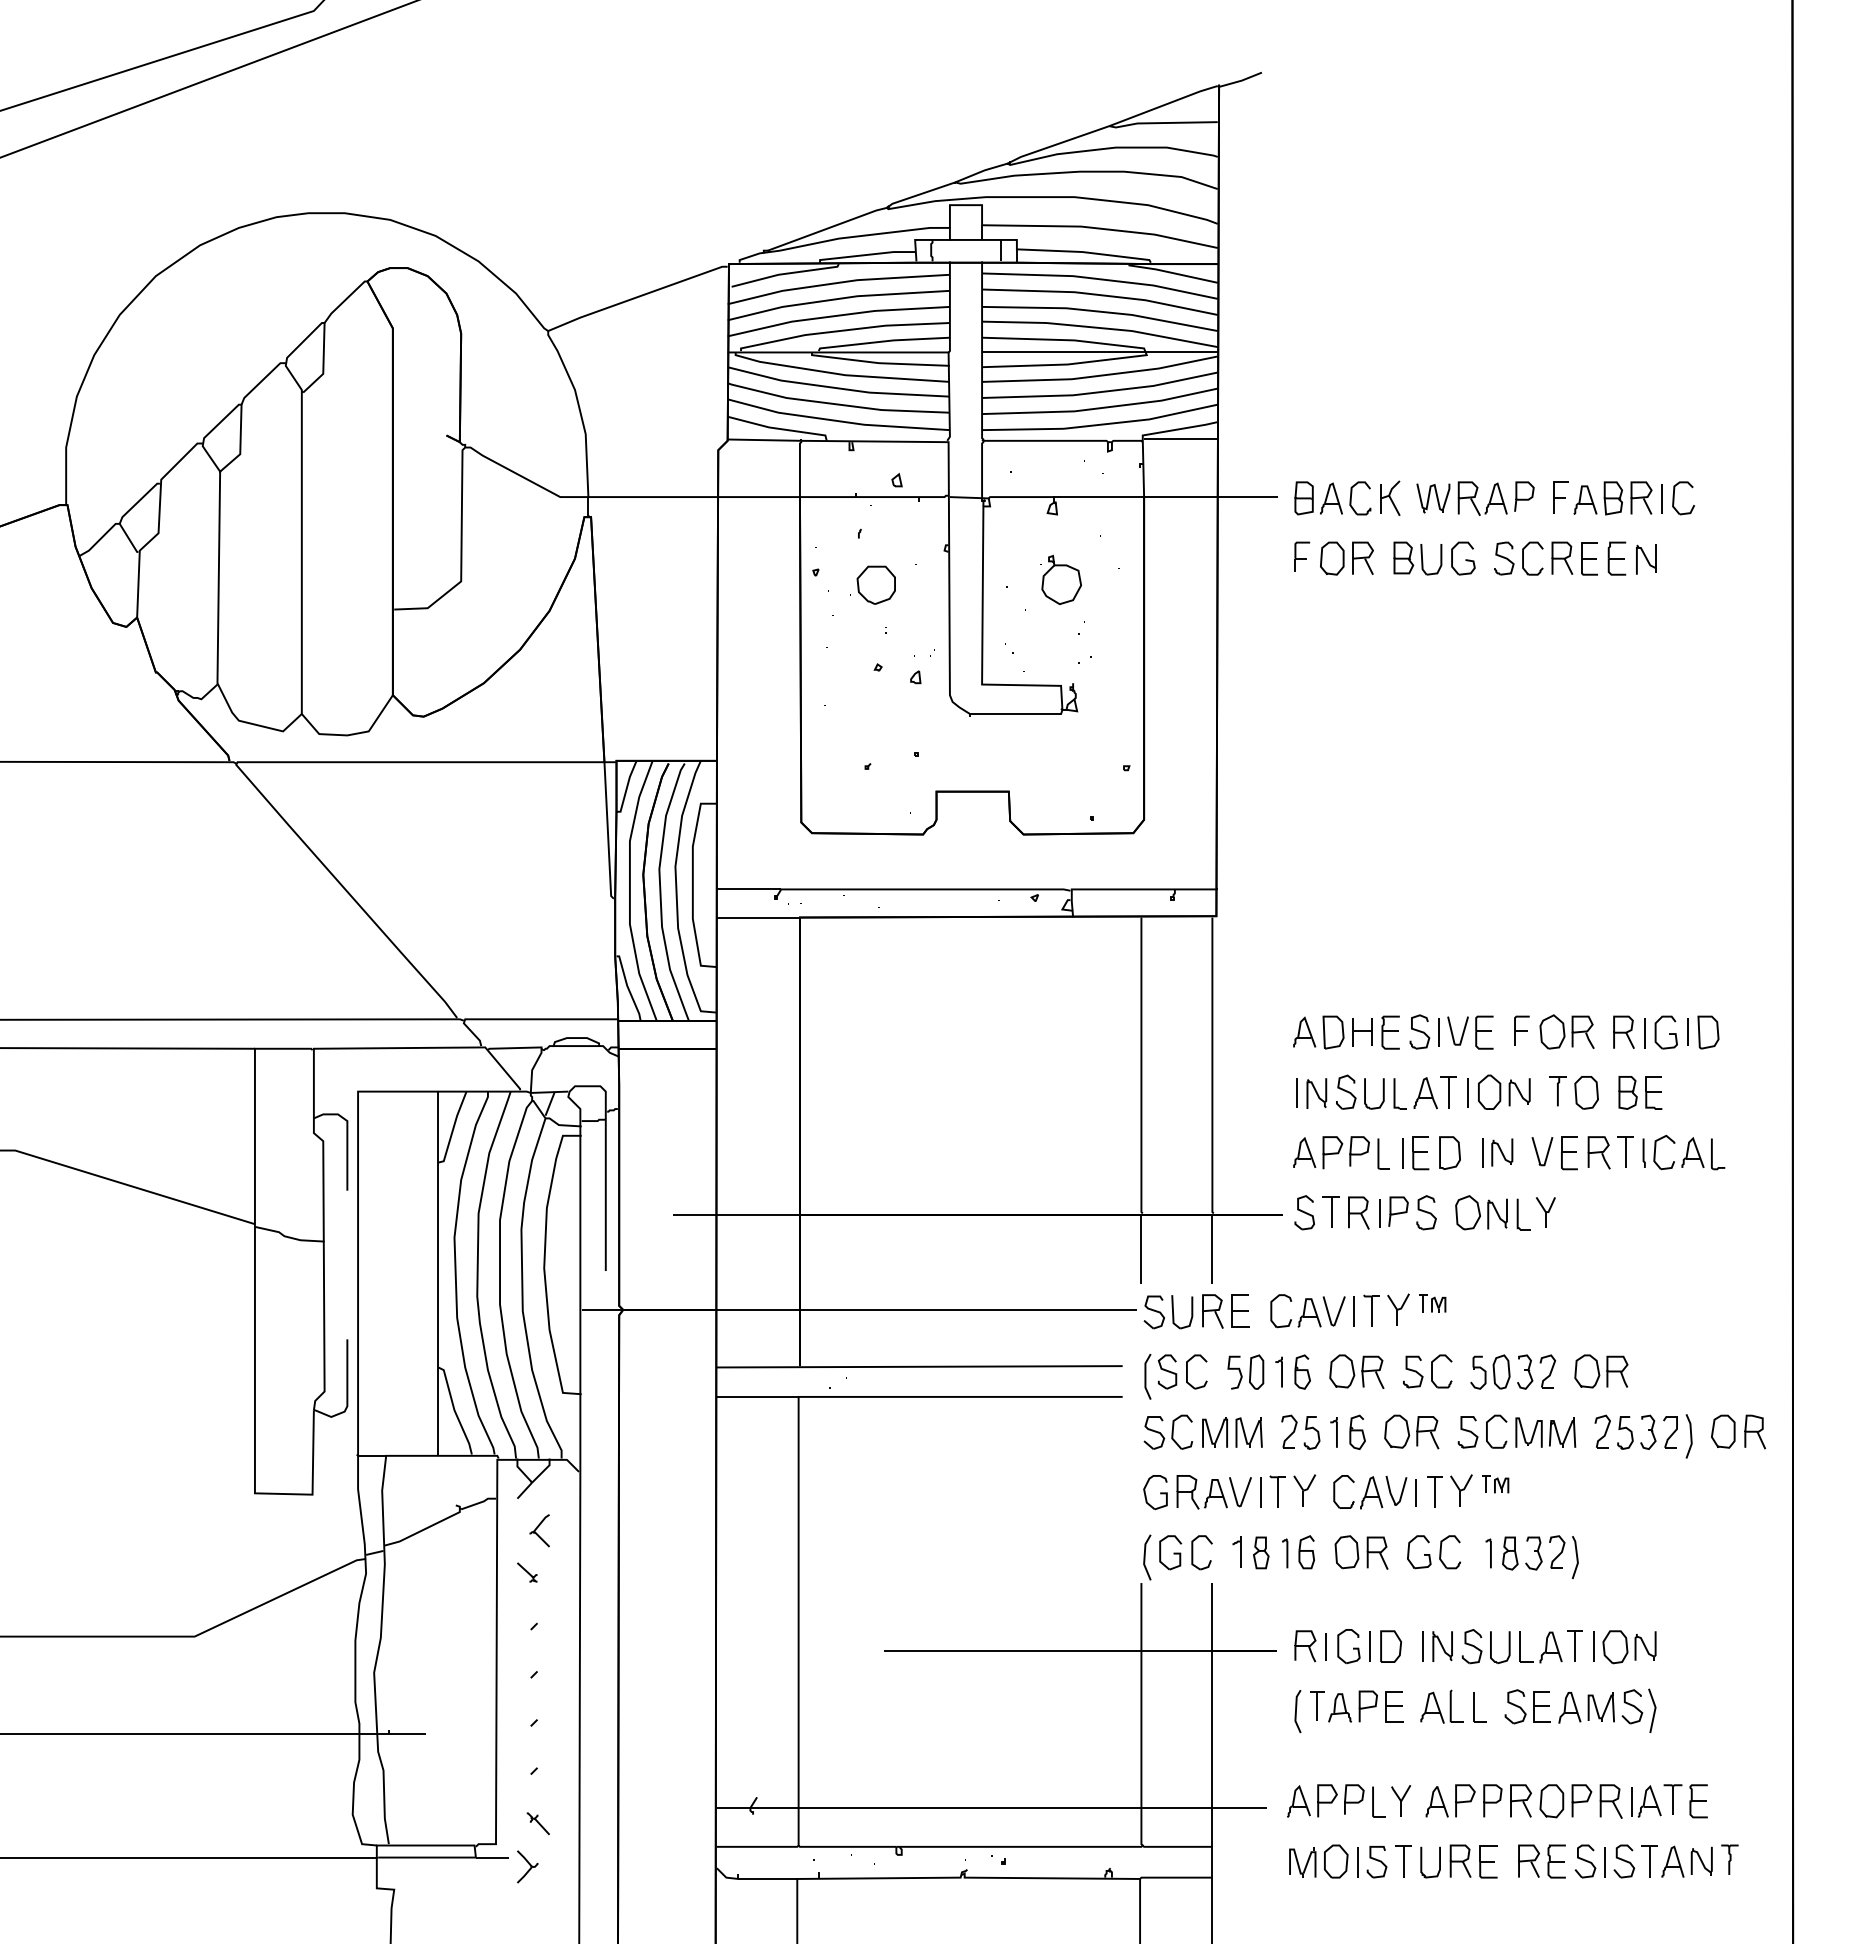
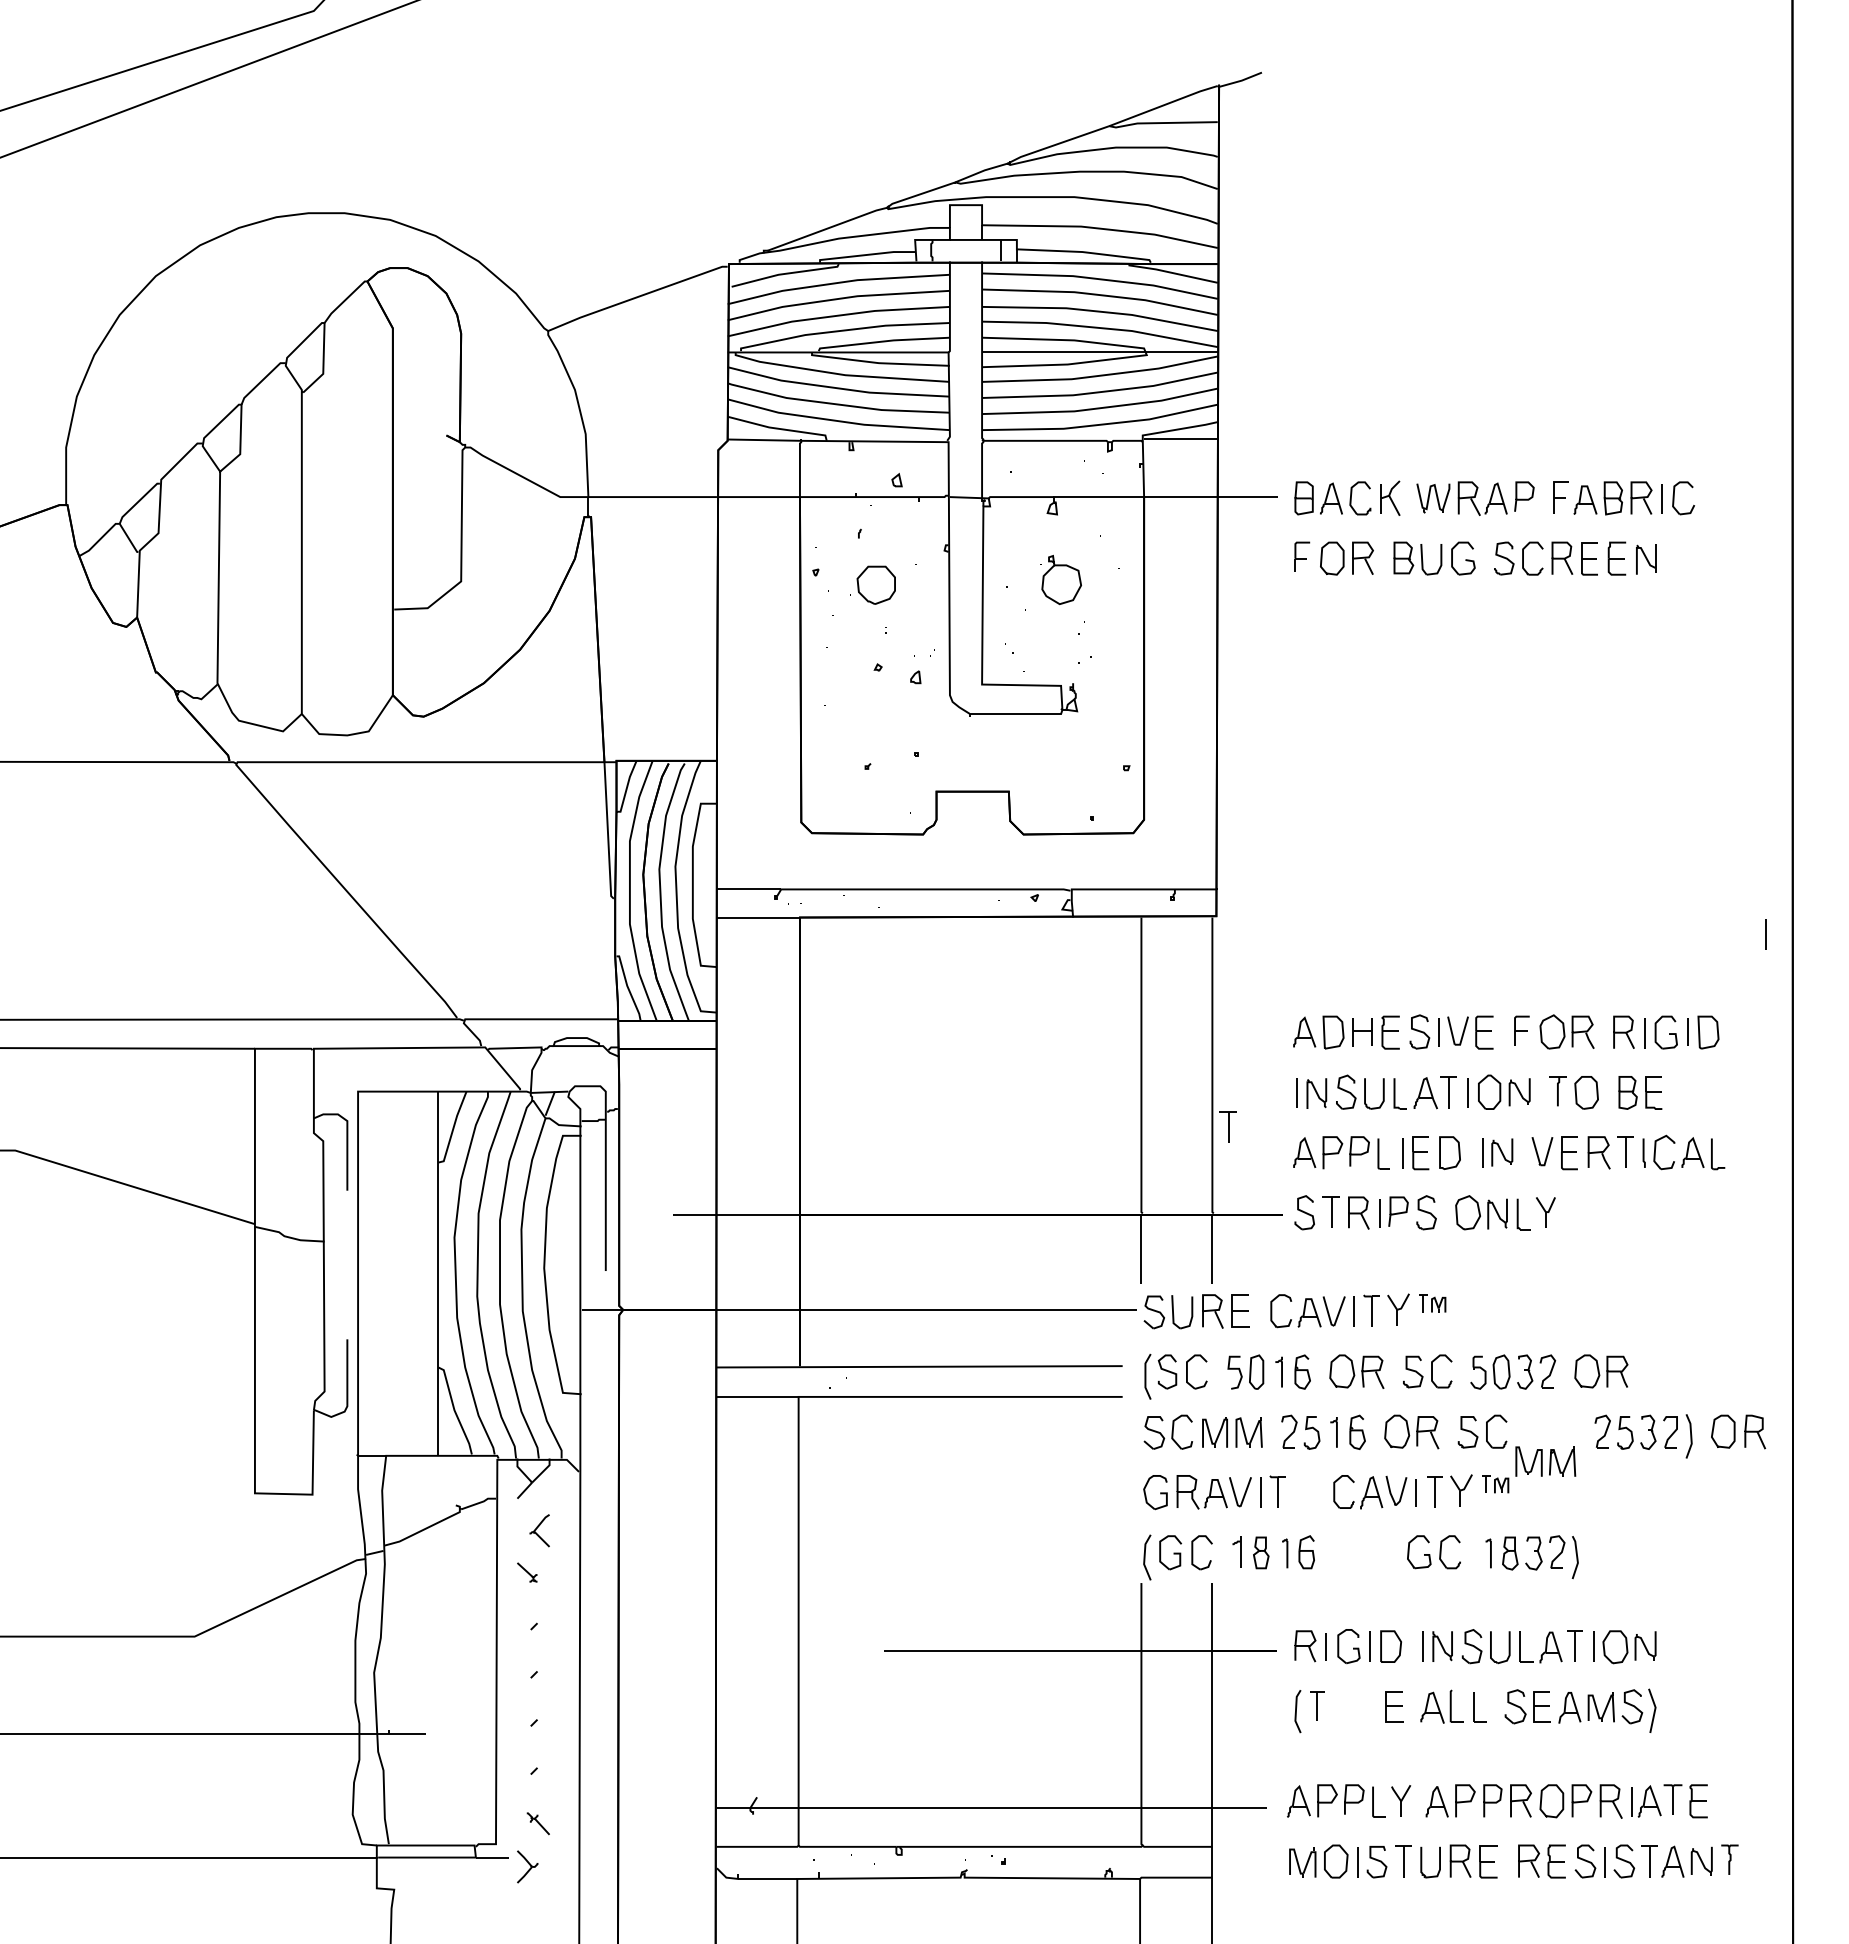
line at (1765, 934): none -> present
part at (1227, 1126): none -> present
part at (1545, 1432) position: (1545, 1432) -> (1545, 1461)
part at (1304, 1490): present -> none
part at (1361, 1552): present -> none
part at (1352, 1706): present -> none
